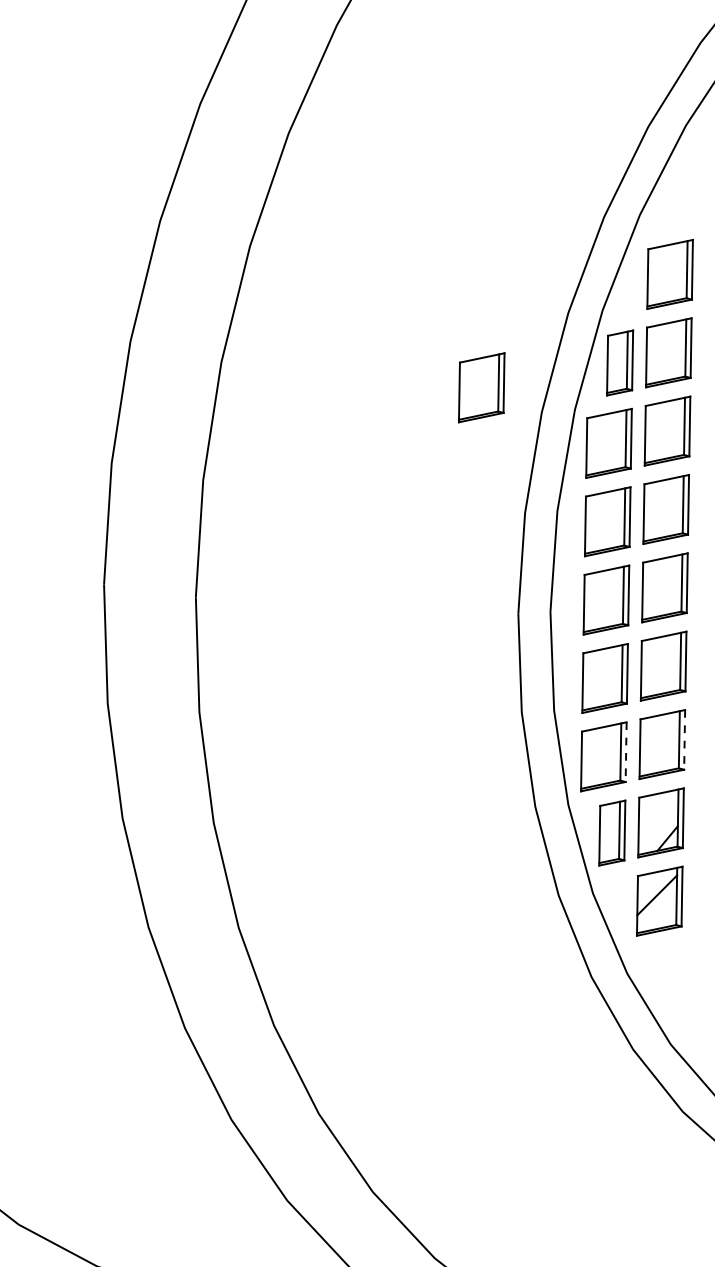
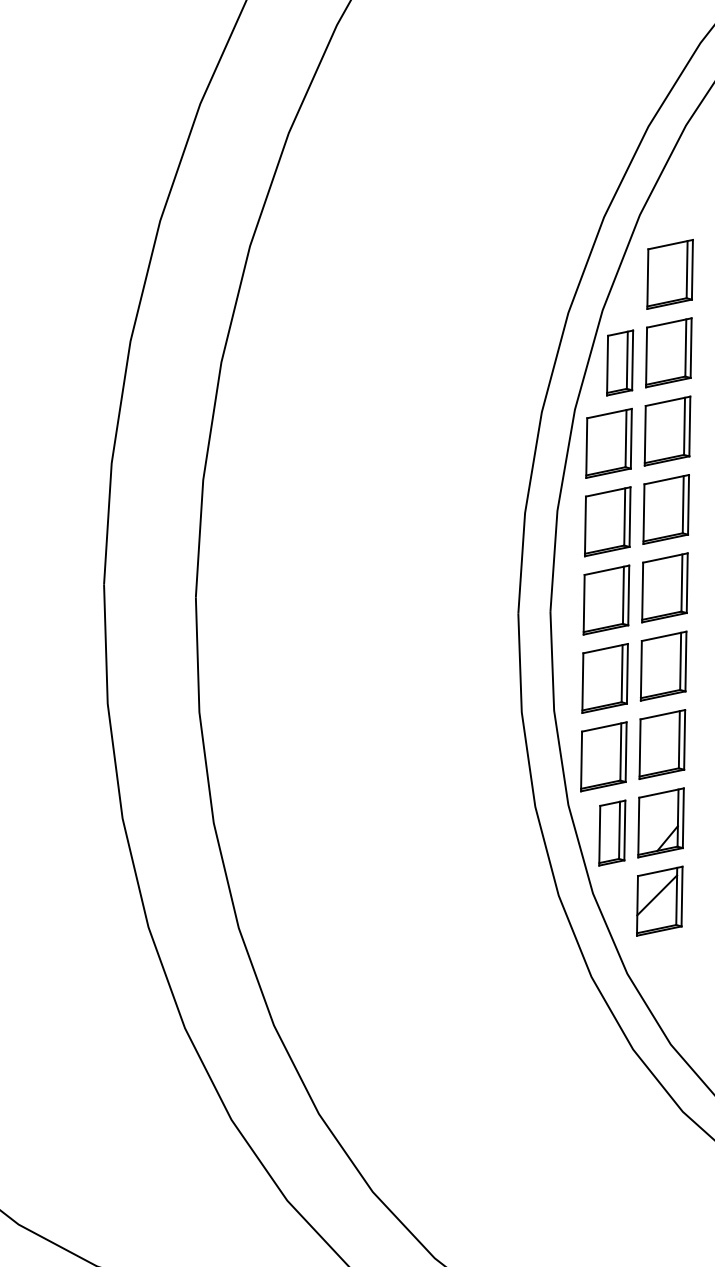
part at (481, 387): present -> none
line at (684, 739): dashed -> solid
line at (626, 752): dashed -> solid
